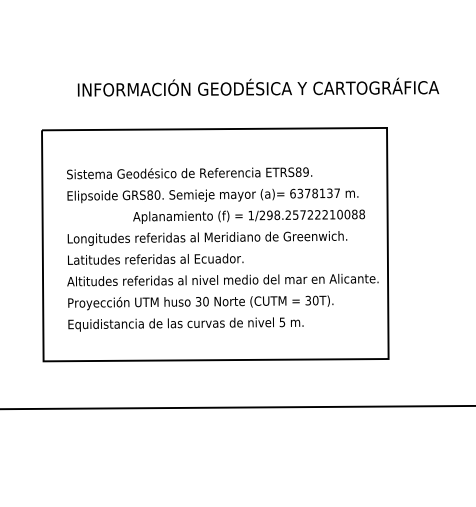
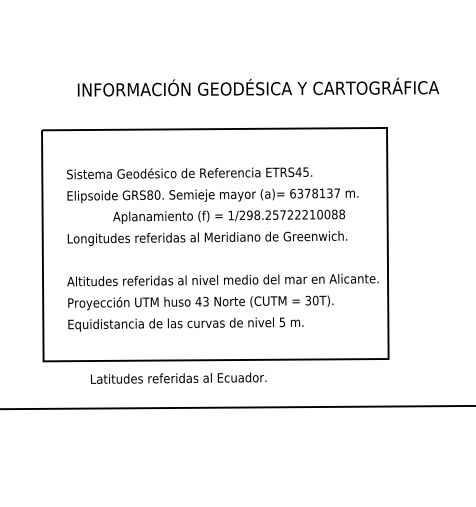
text at (301, 171): ETRS89. -> ETRS45.
text at (248, 216) position: (248, 216) -> (228, 216)
text at (155, 258) position: (155, 258) -> (178, 377)
text at (201, 301): 30 -> 43
